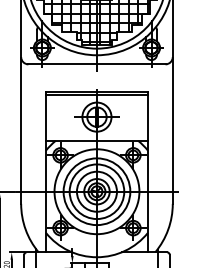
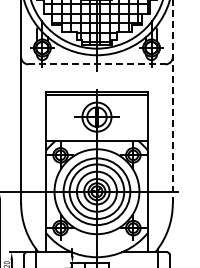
line at (96, 64): solid -> dashed
line at (172, 101): solid -> dashed
